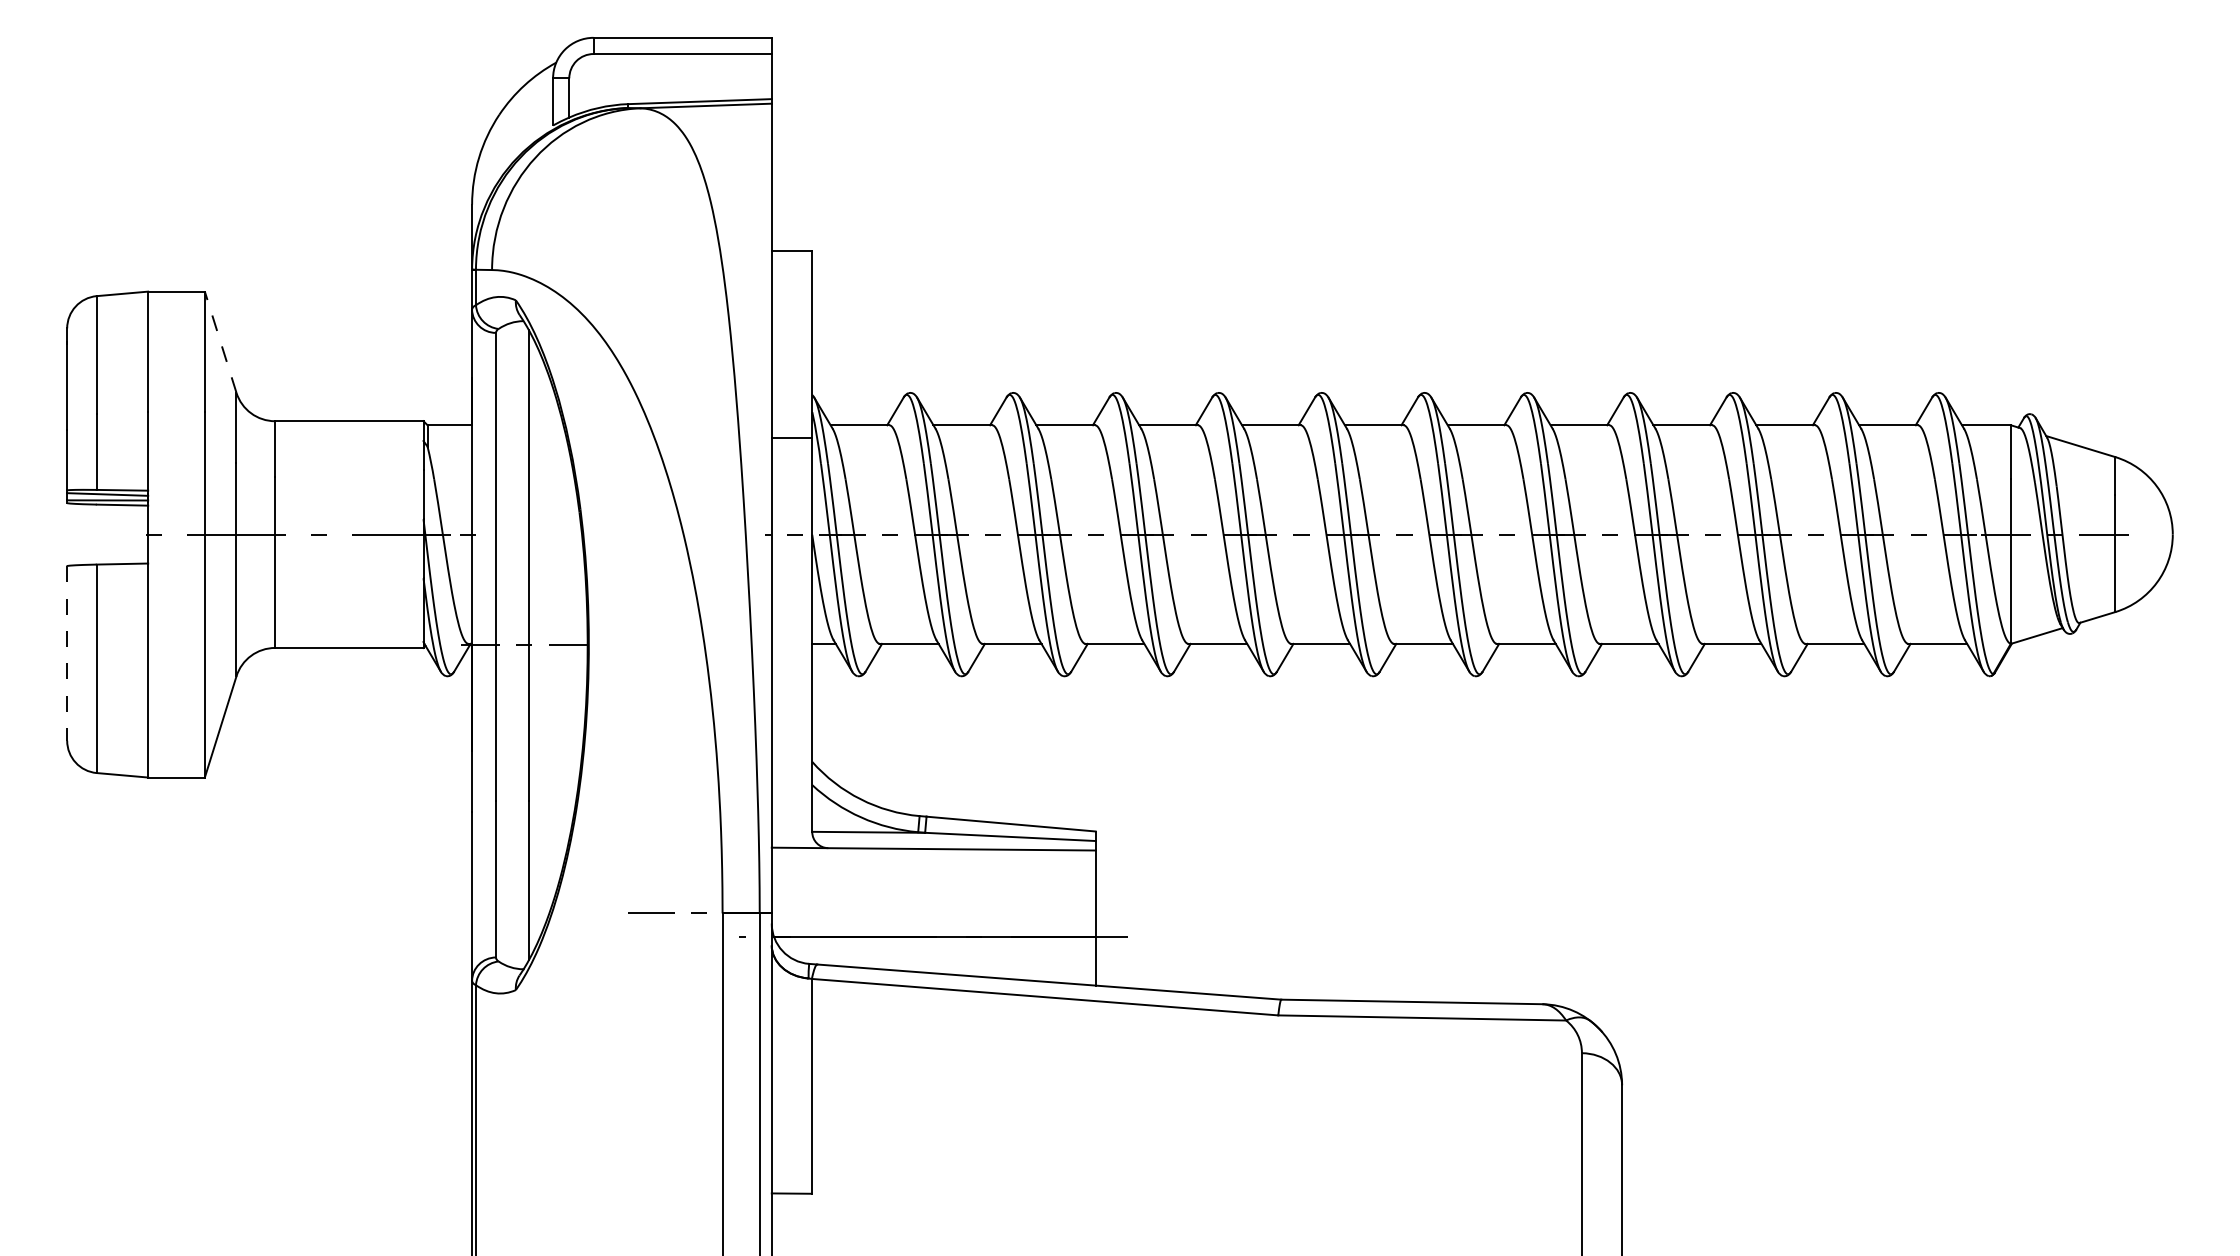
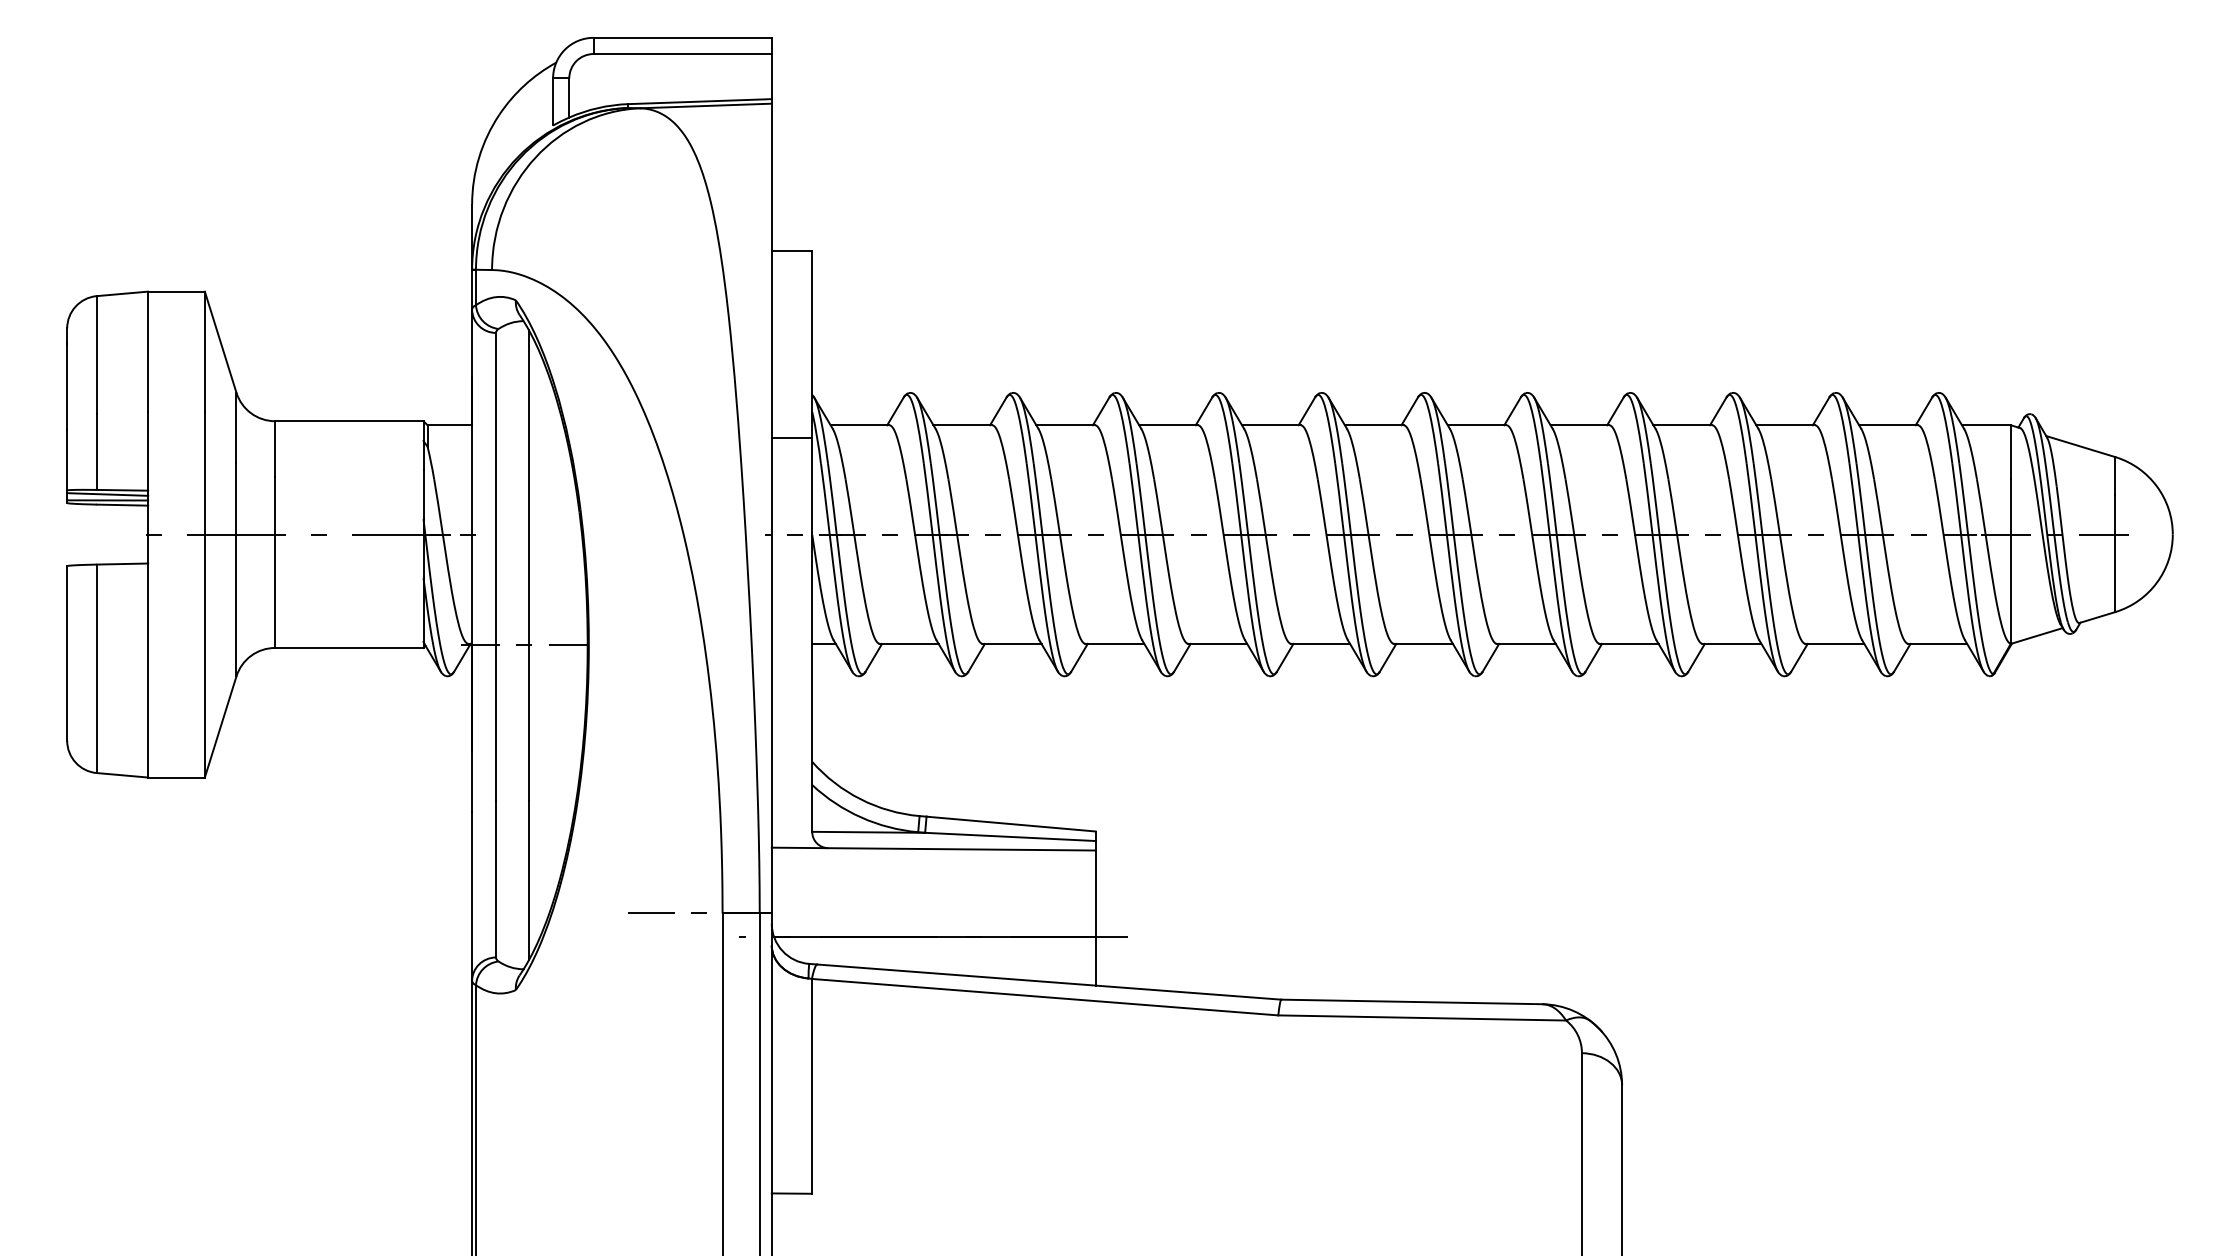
line at (220, 342): dashed -> solid
line at (67, 653): dashed -> solid
